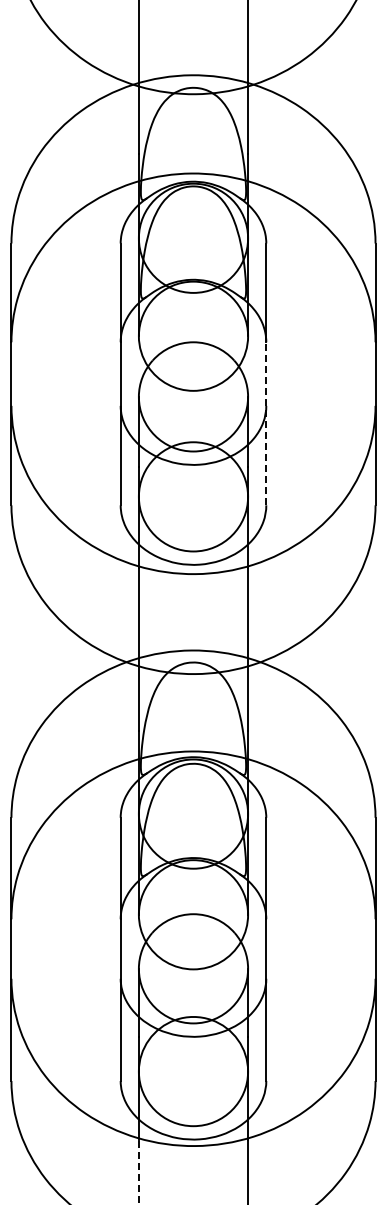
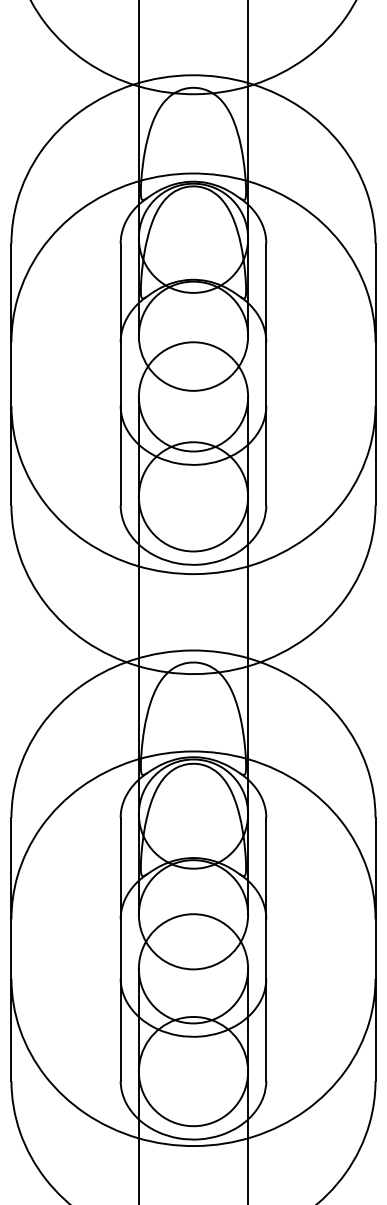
line at (266, 423): dashed -> solid
line at (138, 1172): dashed -> solid
